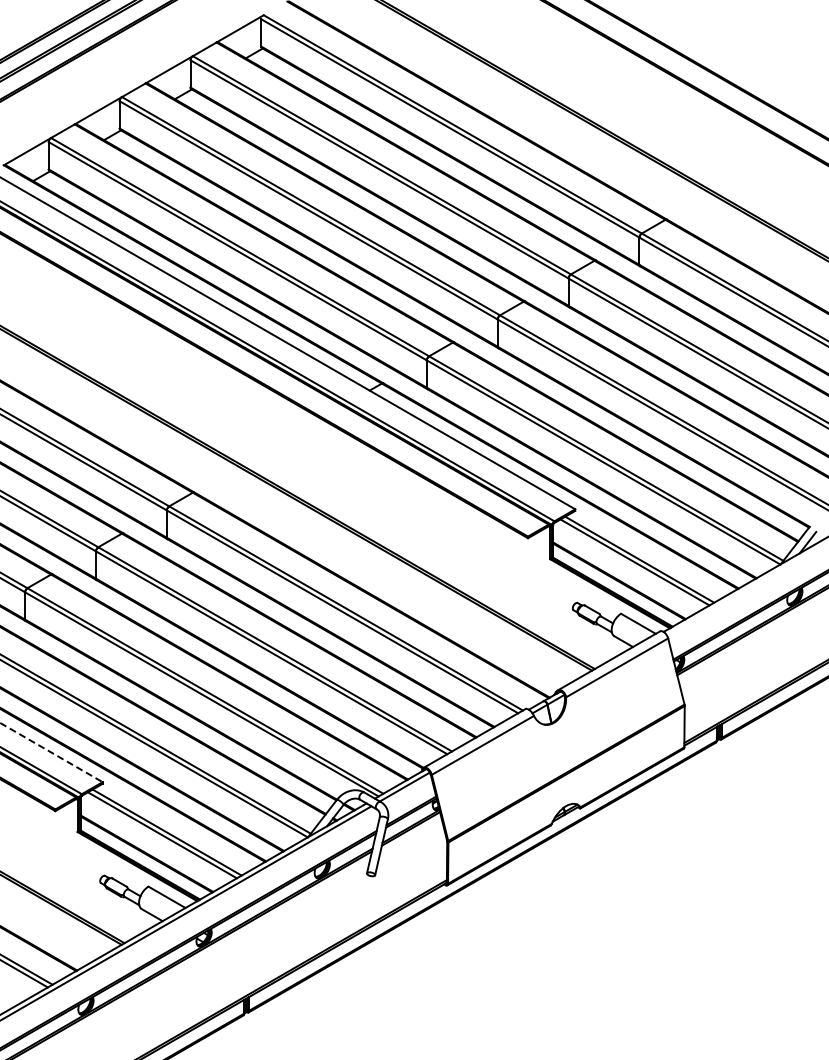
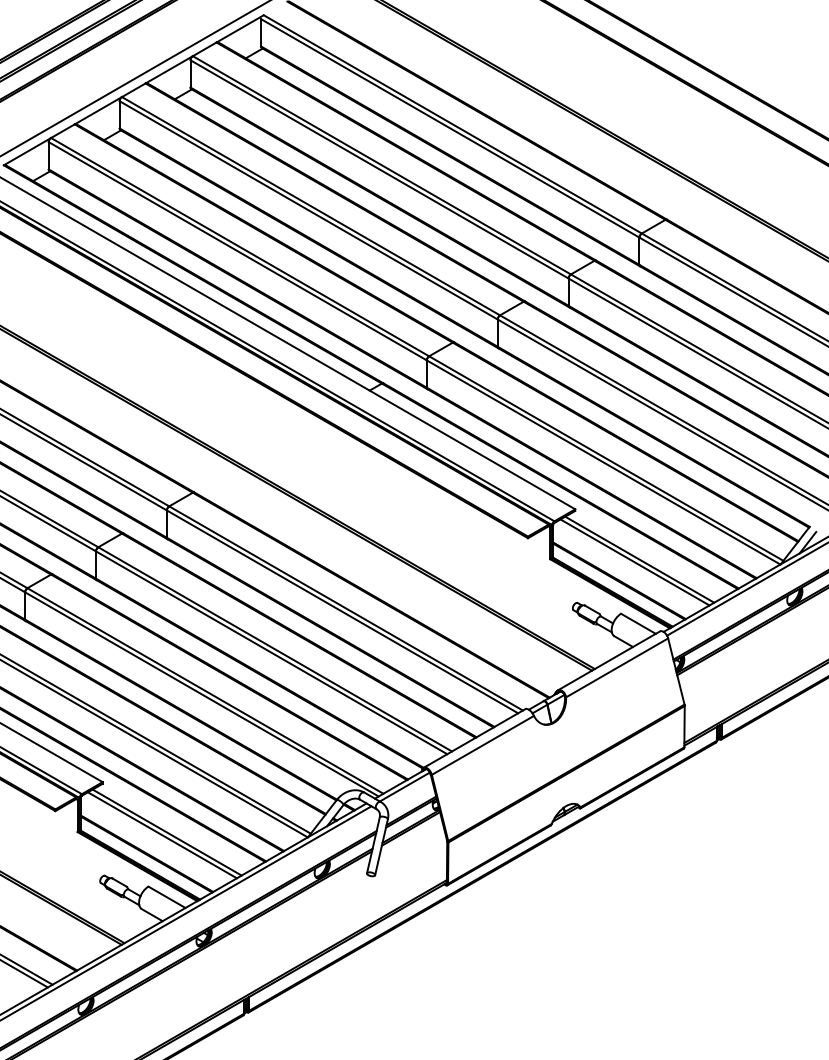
line at (134, 78): none -> present
line at (746, 589): none -> present
line at (51, 752): dashed -> solid
